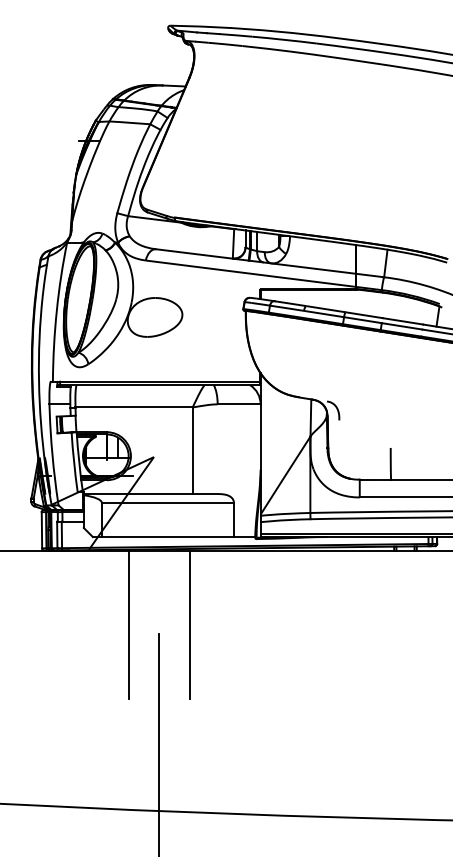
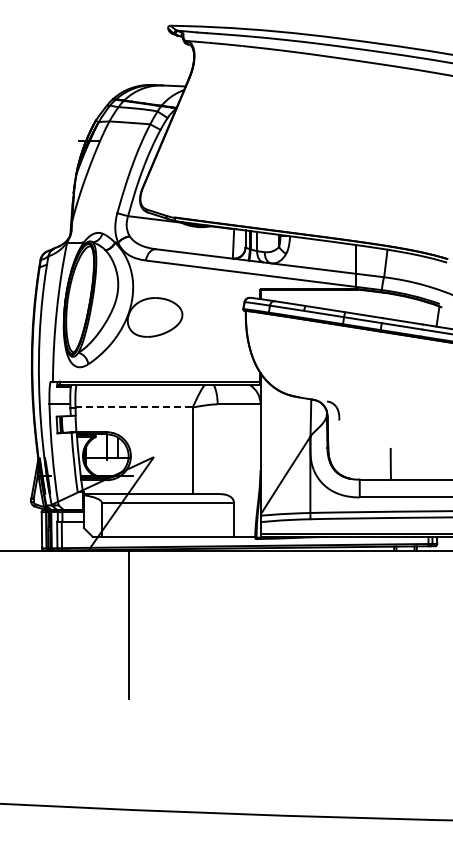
line at (134, 407): solid -> dashed
line at (189, 625): present -> none
line at (159, 743): present -> none
